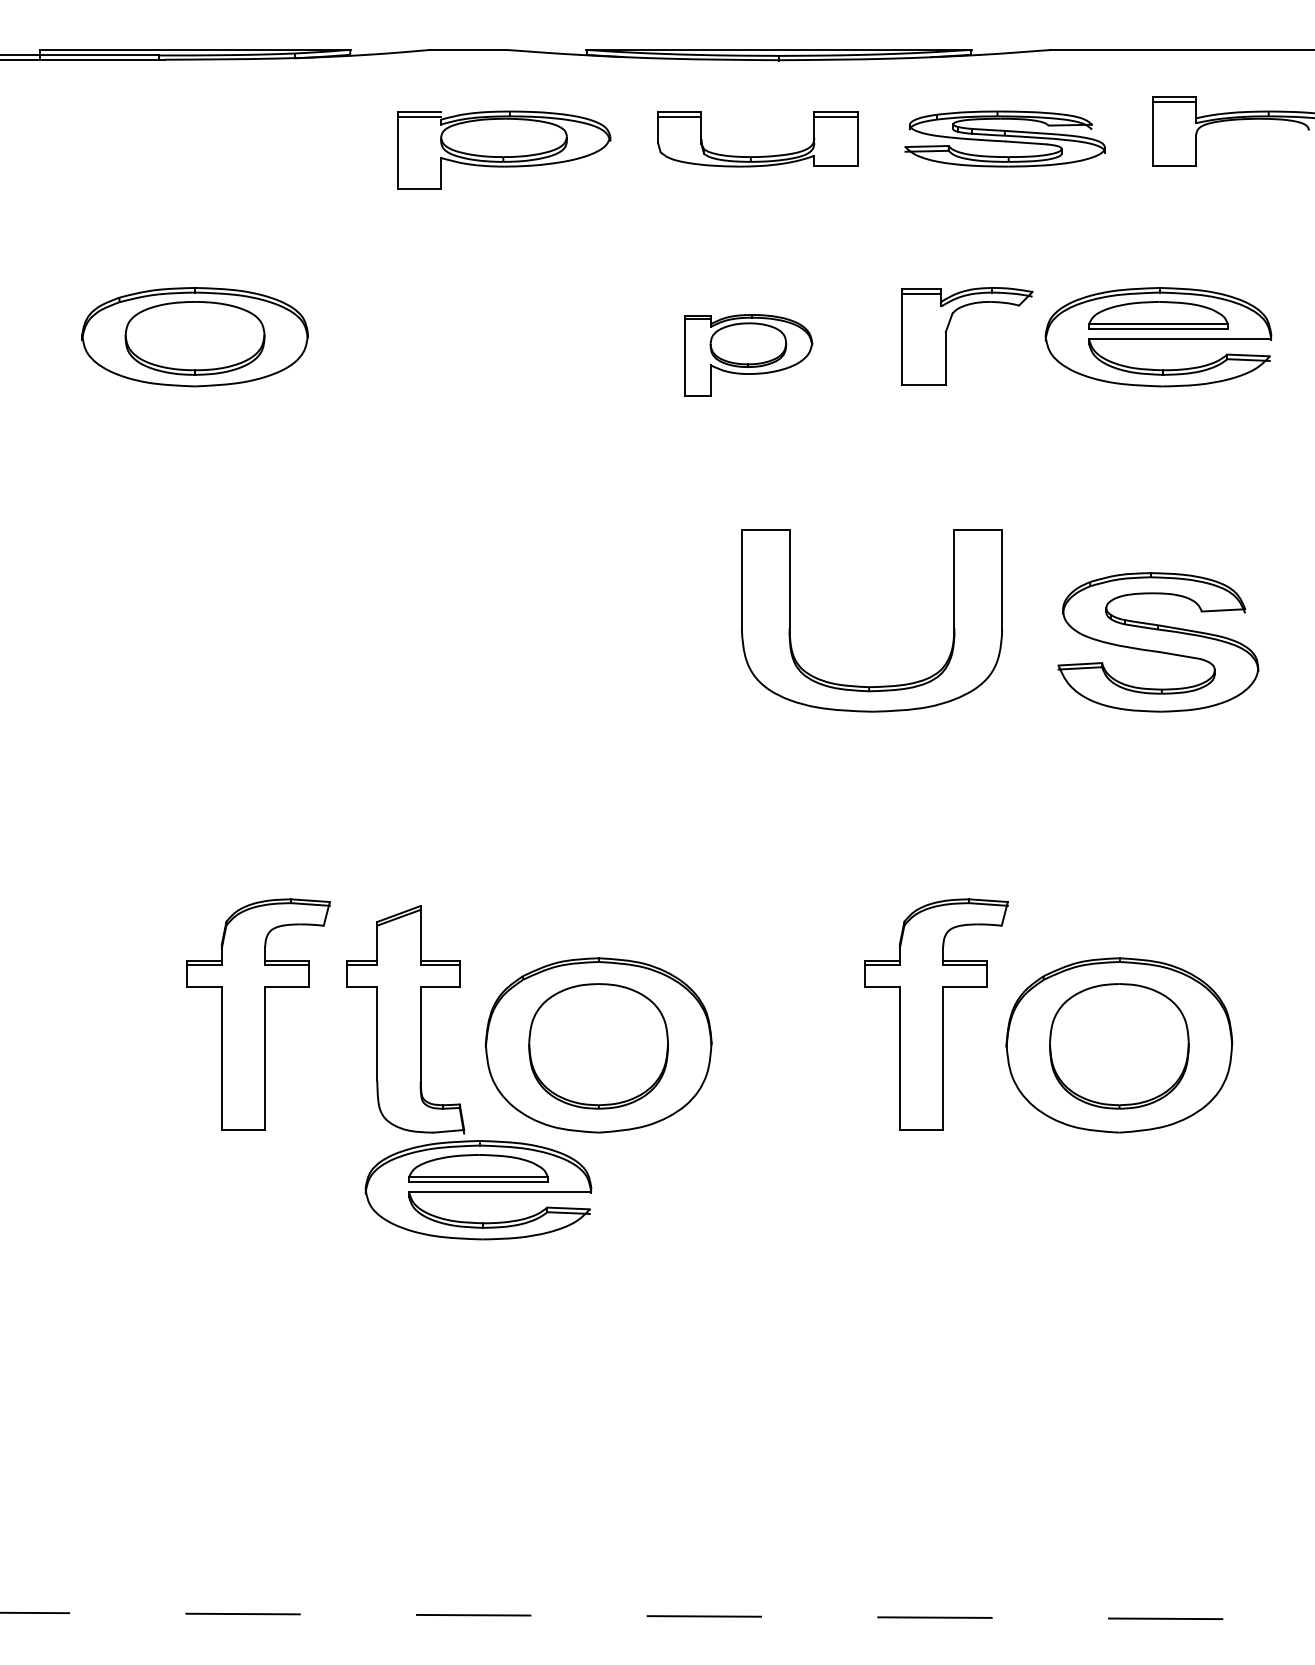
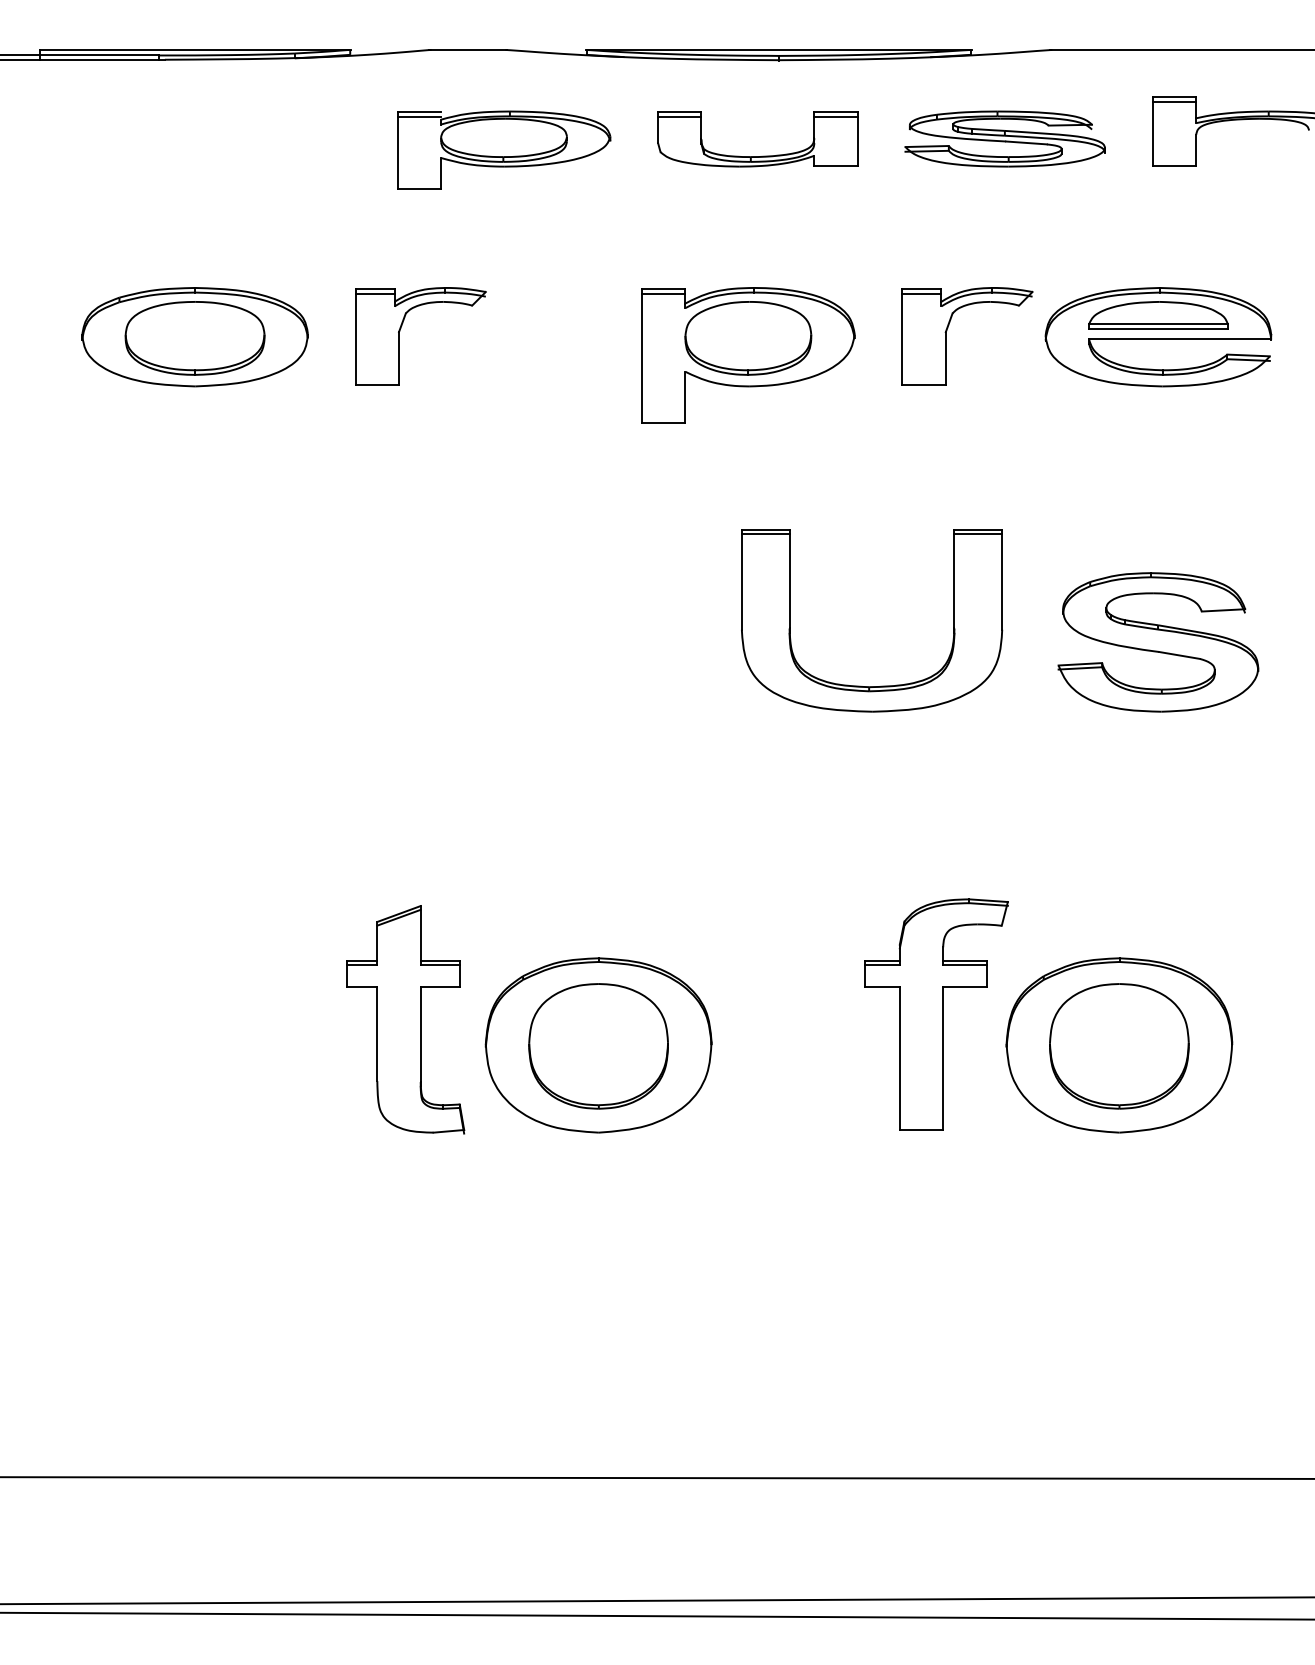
part at (401, 328): none -> present
part at (748, 355) size: 130x83 px -> 215x137 px
line at (765, 533): none -> present
line at (978, 533): none -> present
part at (258, 1014): present -> none
part at (478, 1190): present -> none
line at (656, 1477): none -> present
line at (656, 1600): none -> present
line at (658, 1616): dashed -> solid
